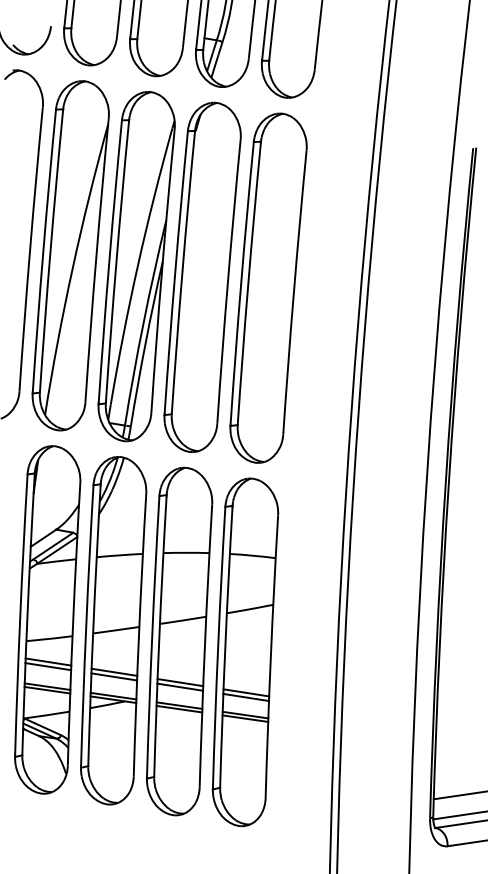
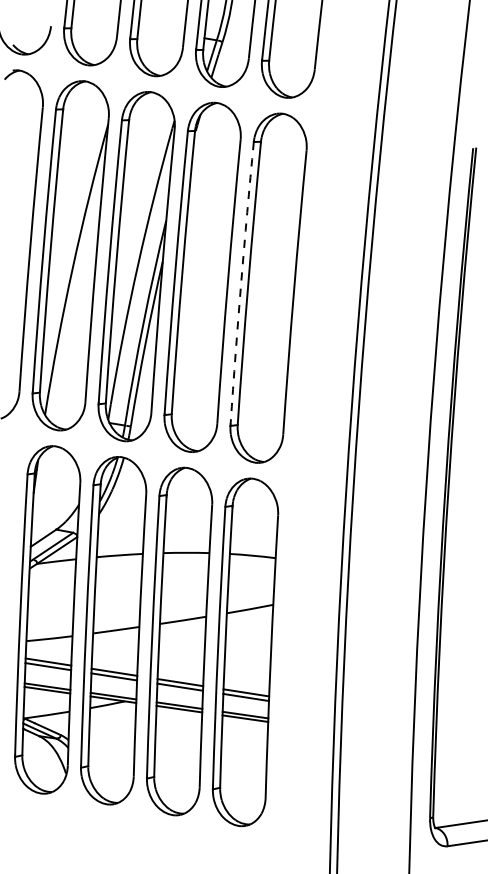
arc at (241, 283): solid -> dashed
line at (458, 795): present -> none
line at (458, 815): present -> none
